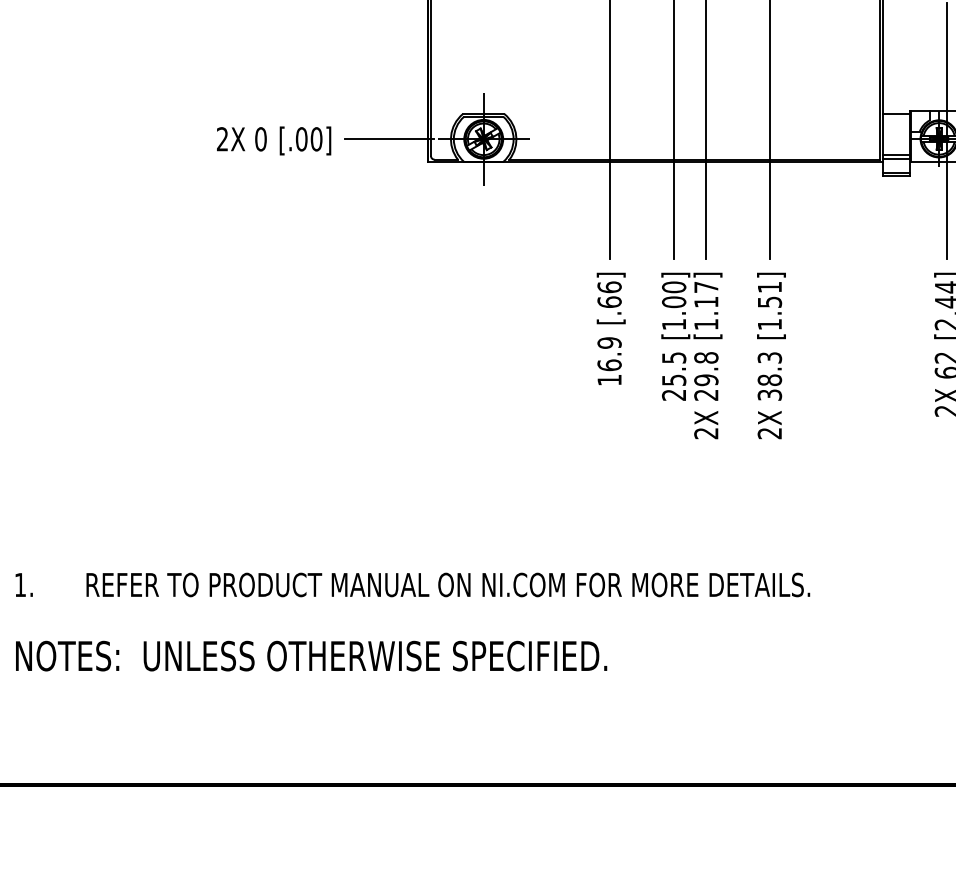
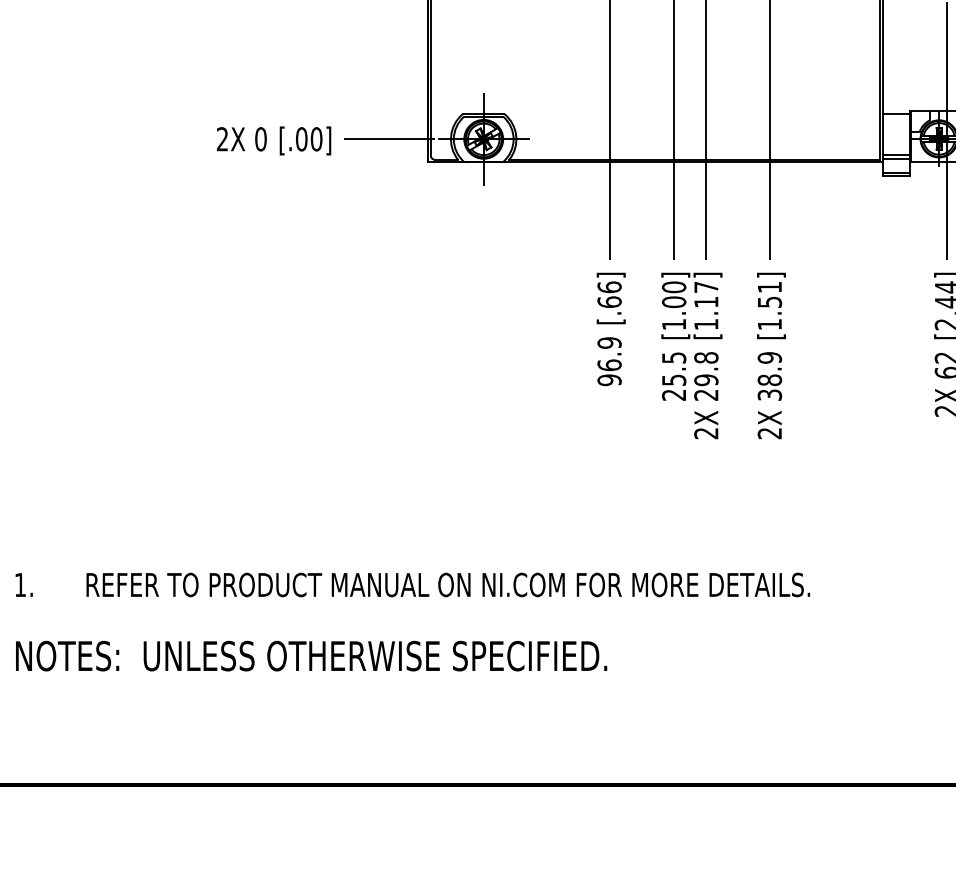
text at (769, 357): 38.3 -> 38.9
text at (609, 380): 16.9 -> 96.9
